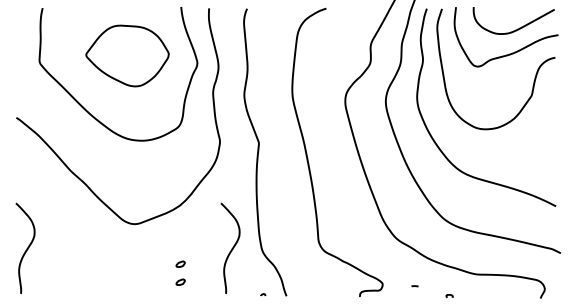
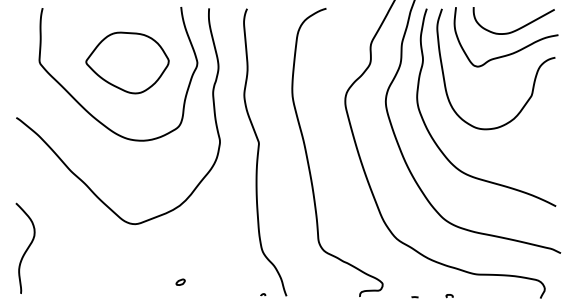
part at (127, 55) position: (127, 55) -> (127, 62)
curve at (231, 248): present -> none
part at (180, 263): present -> none
line at (414, 286) position: (414, 286) -> (414, 297)
